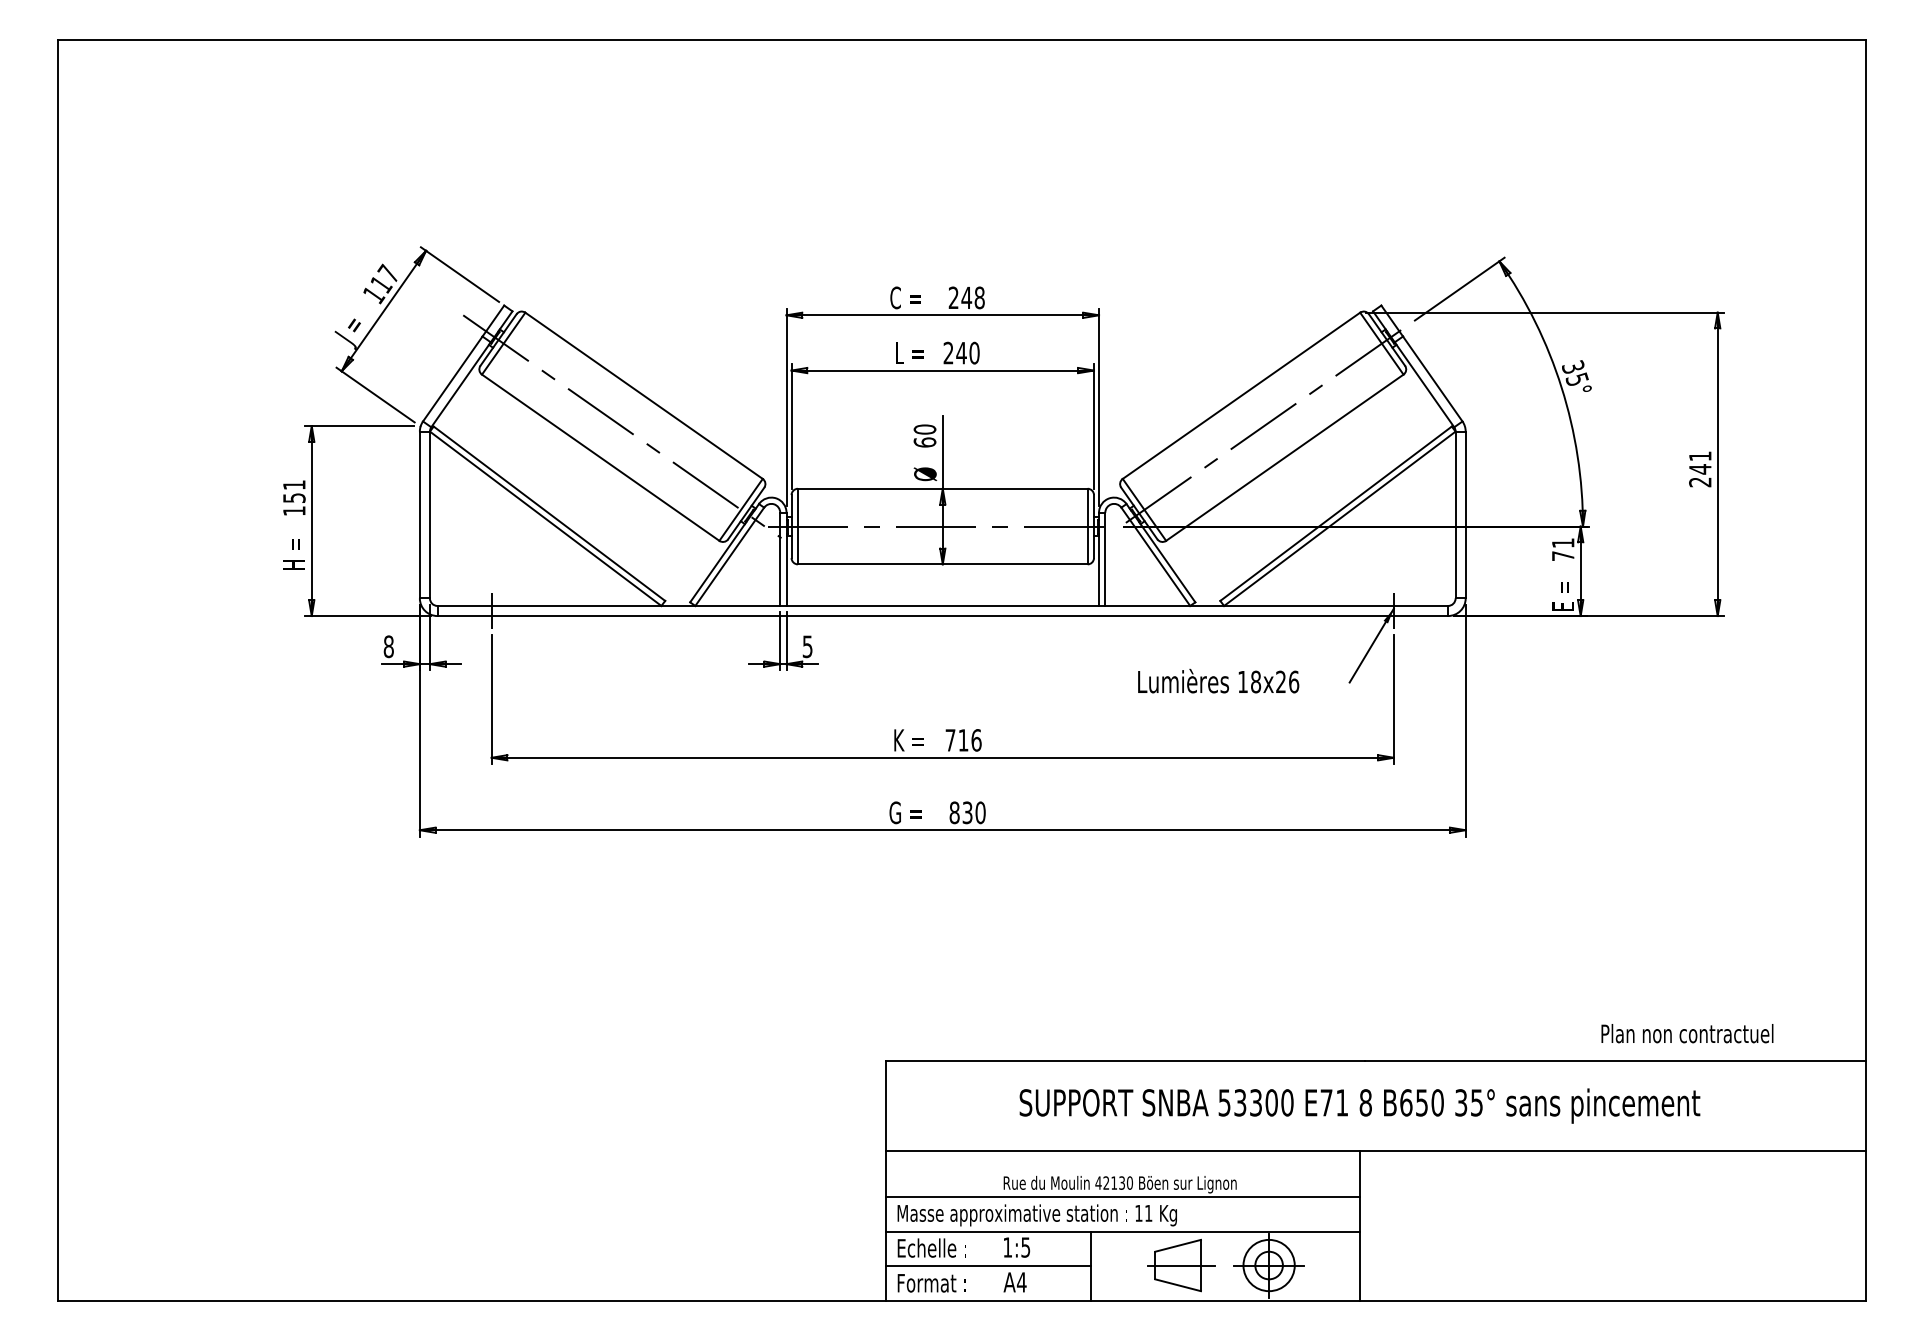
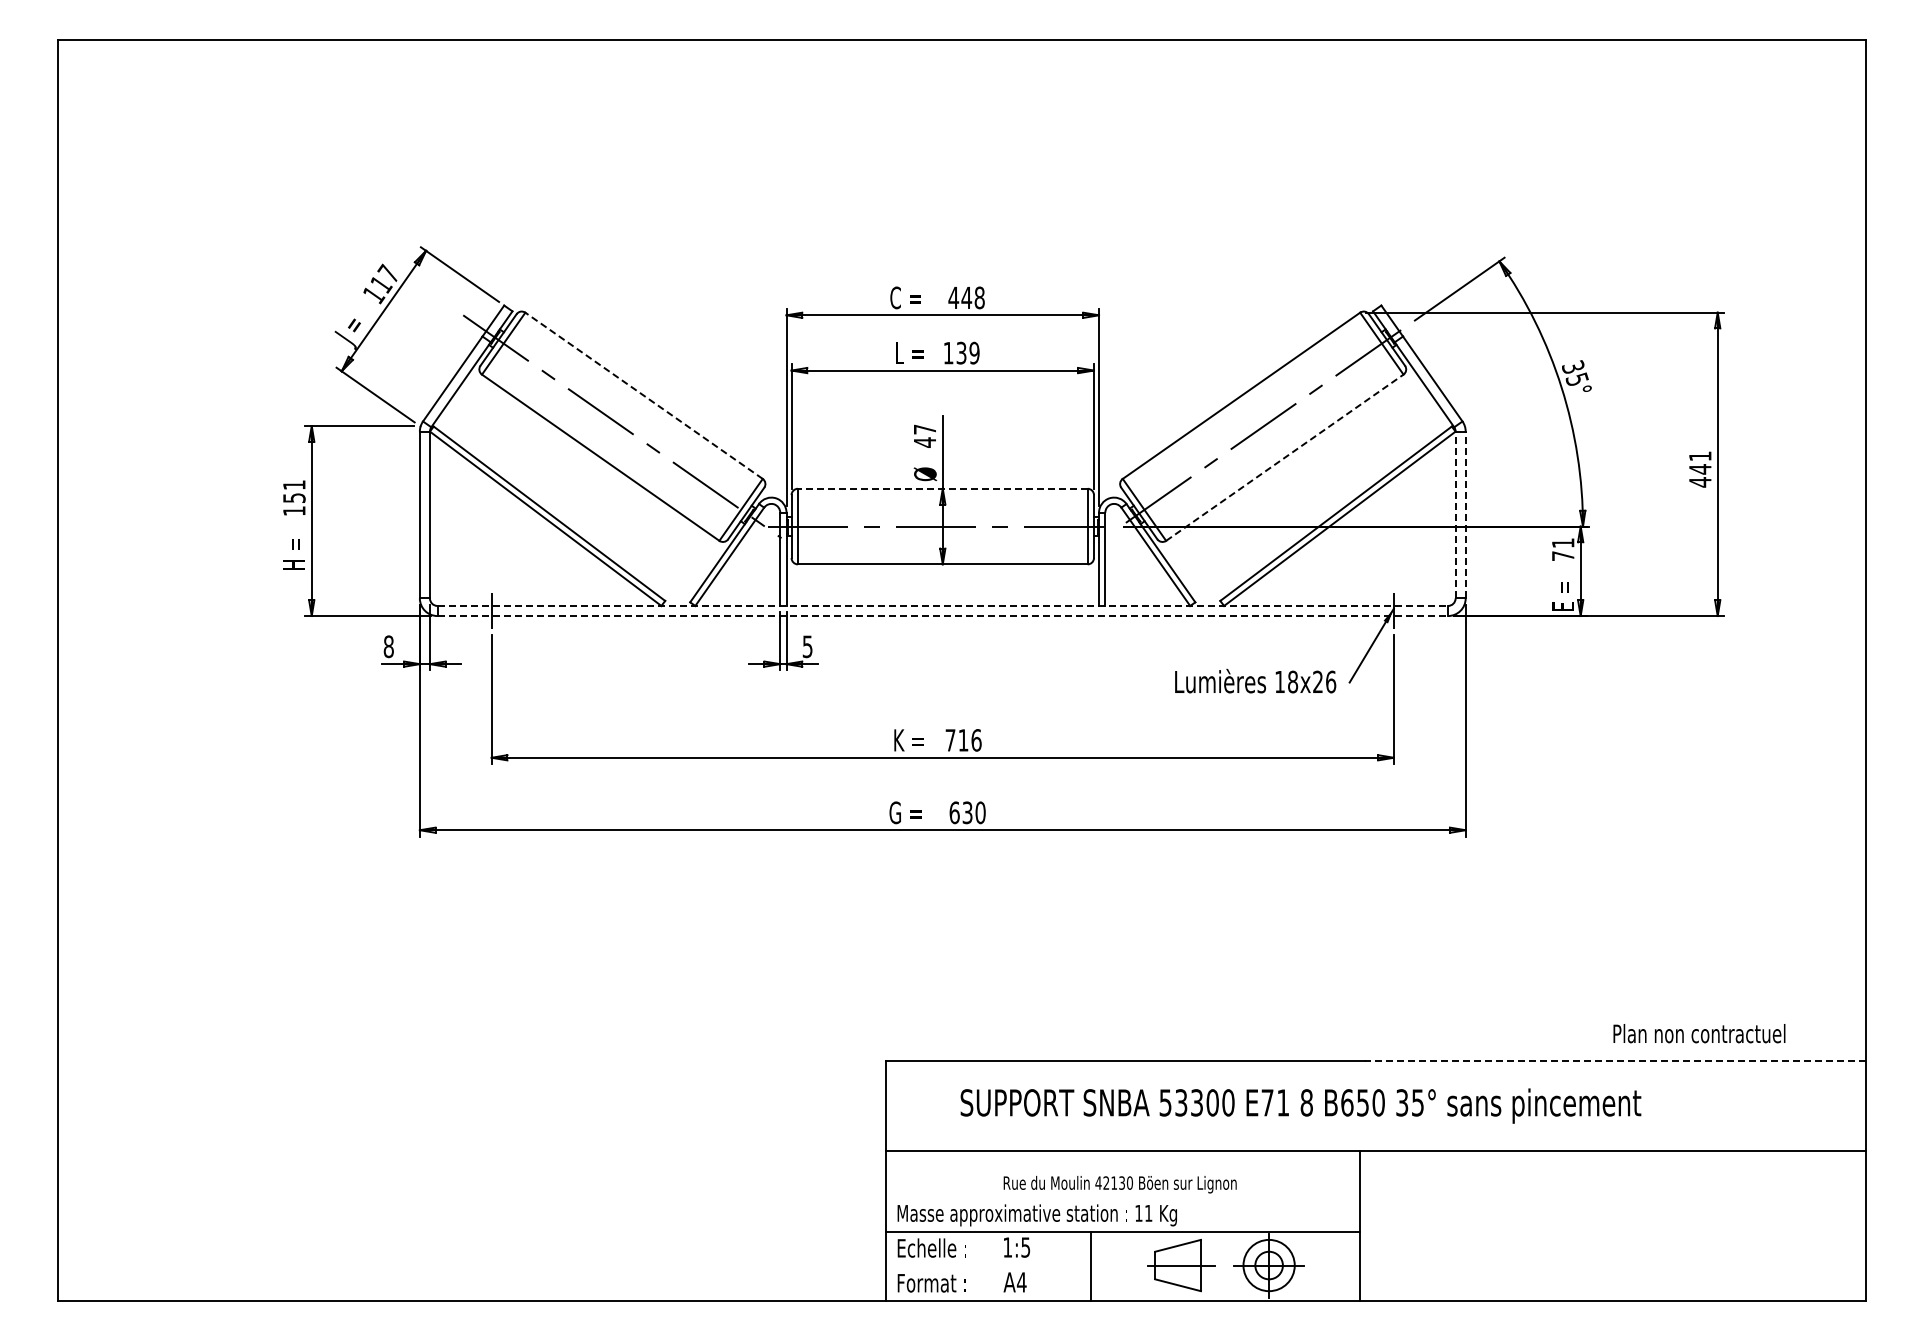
text at (953, 297): 248 -> 448
text at (961, 352): 240 -> 139
line at (644, 395): solid -> dashed
text at (924, 435): 60 -> 47
line at (1284, 457): solid -> dashed
text at (1700, 482): 241 -> 441
line at (942, 488): solid -> dashed
line at (1455, 514): solid -> dashed
line at (1465, 514): solid -> dashed
line at (943, 605): solid -> dashed
line at (943, 616): solid -> dashed
text at (1218, 680) position: (1218, 680) -> (1255, 680)
text at (954, 812): 830 -> 630
text at (1687, 1033) position: (1687, 1033) -> (1699, 1033)
line at (1615, 1061): solid -> dashed
text at (1359, 1105) position: (1359, 1105) -> (1300, 1105)
line at (1122, 1196): present -> none
line at (988, 1266): present -> none
